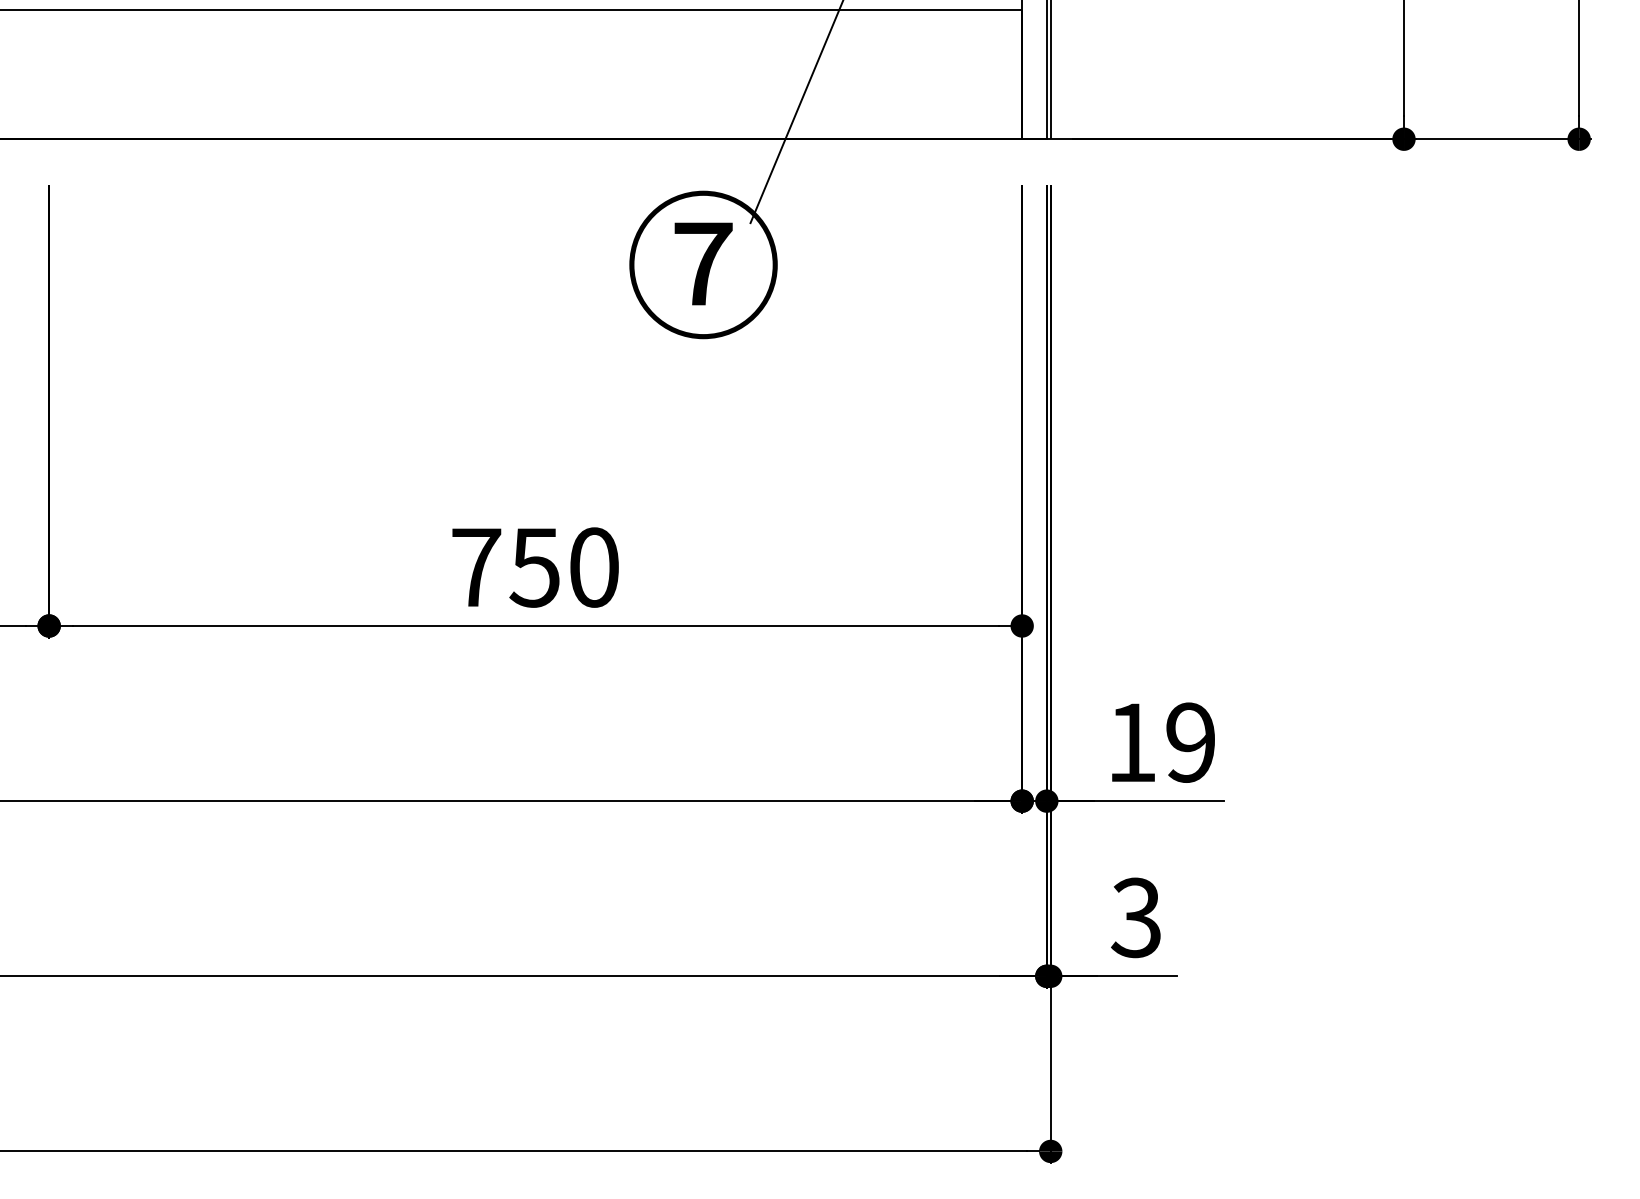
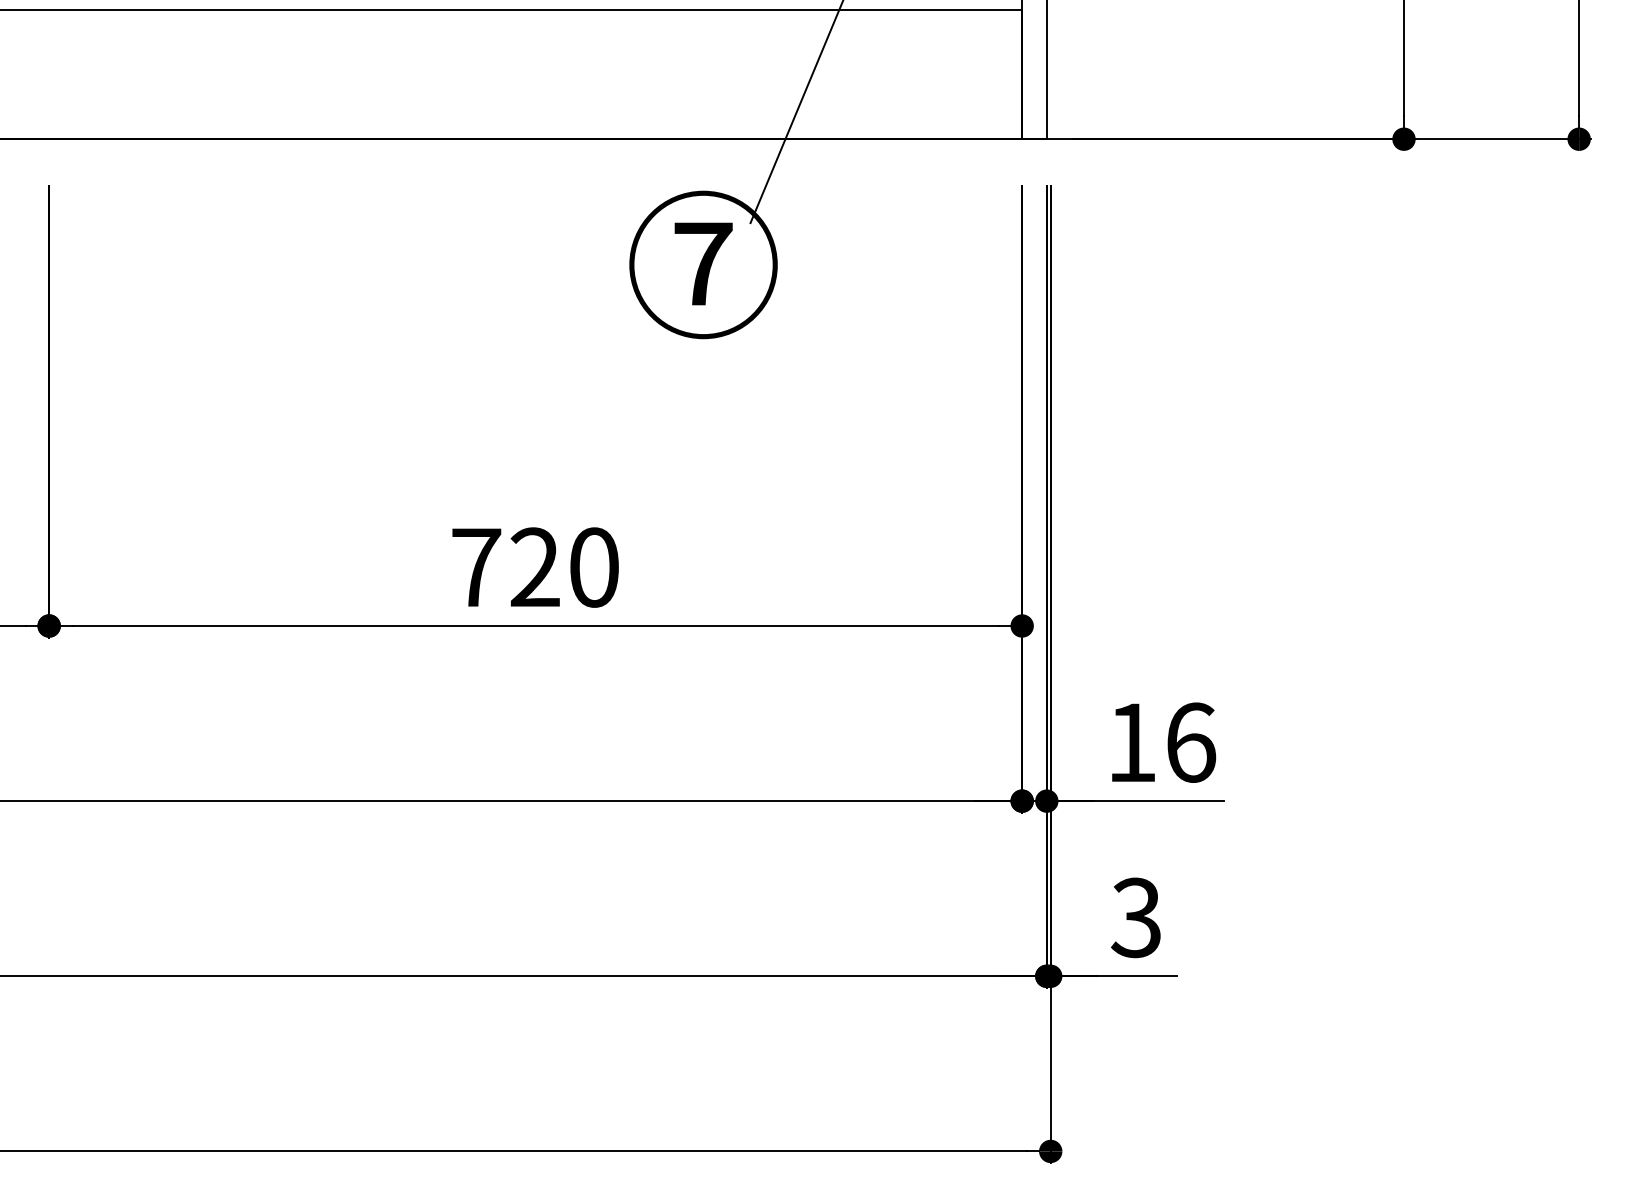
line at (1050, 70): present -> none
text at (534, 567): 750 -> 720
text at (1191, 742): 19 -> 16
